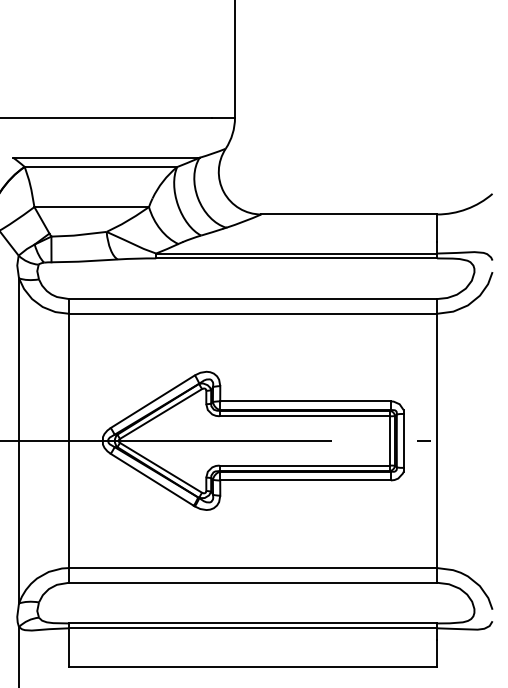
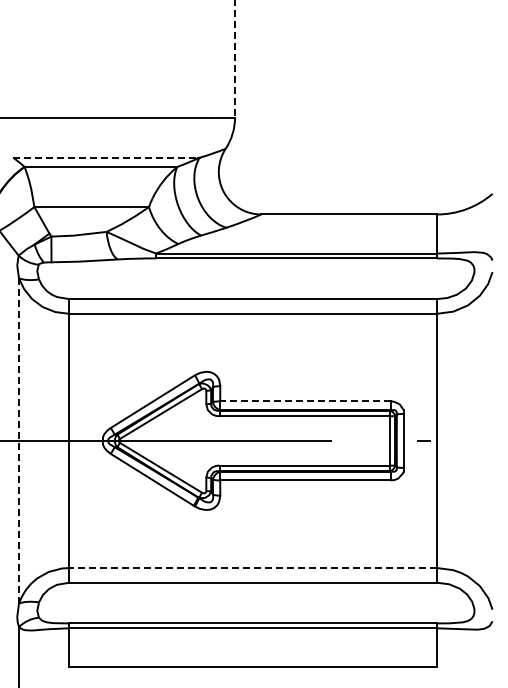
line at (235, 58): solid -> dashed
line at (106, 157): solid -> dashed
line at (305, 401): solid -> dashed
line at (18, 440): solid -> dashed
line at (252, 568): solid -> dashed
